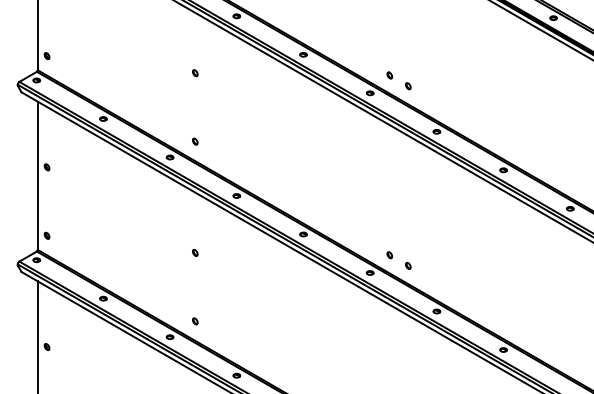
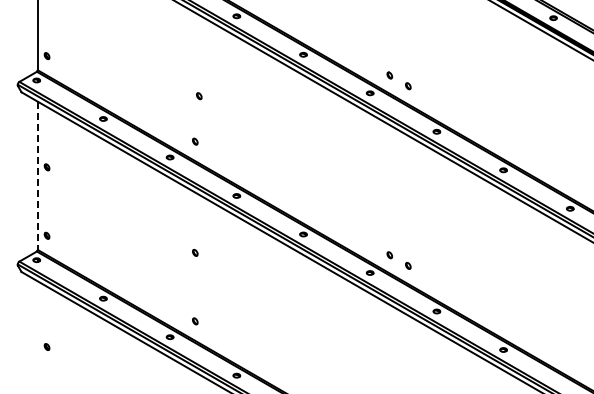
part at (195, 73) position: (195, 73) -> (199, 96)
line at (37, 176): solid -> dashed
line at (37, 335): present -> none
